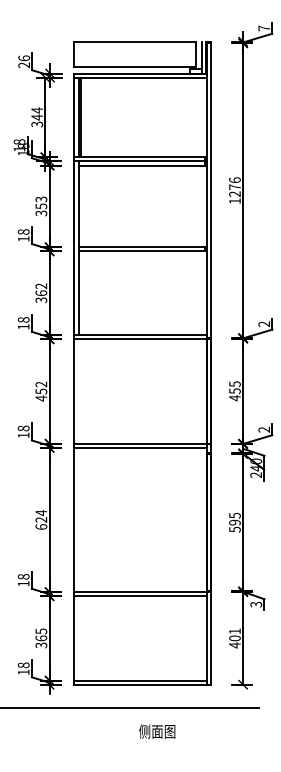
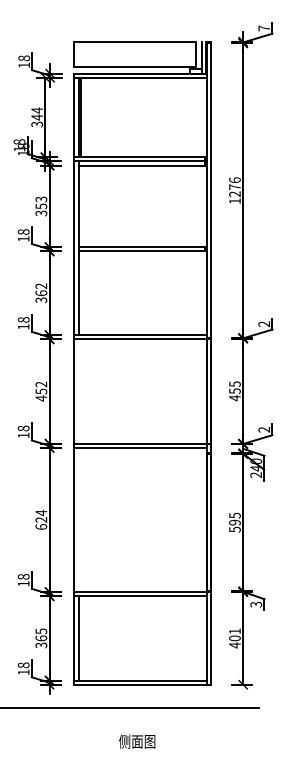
text at (23, 61): 26 -> 18
line at (78, 638): none -> present
text at (157, 731) position: (157, 731) -> (137, 741)
